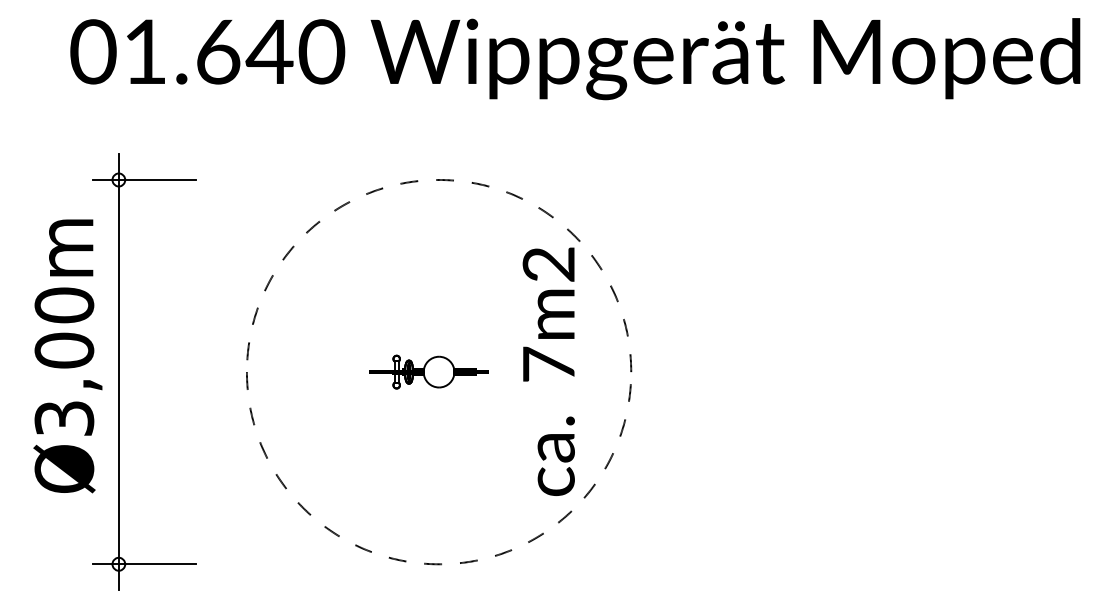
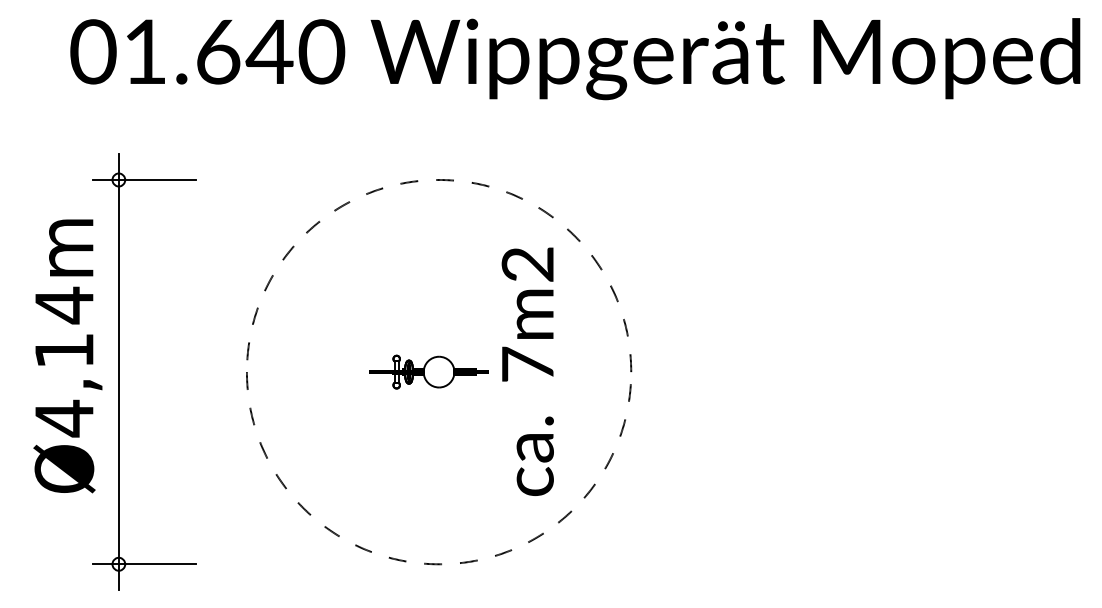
text at (64, 361): Ø3,00m -> Ø4,14m
text at (548, 371) position: (548, 371) -> (527, 371)
